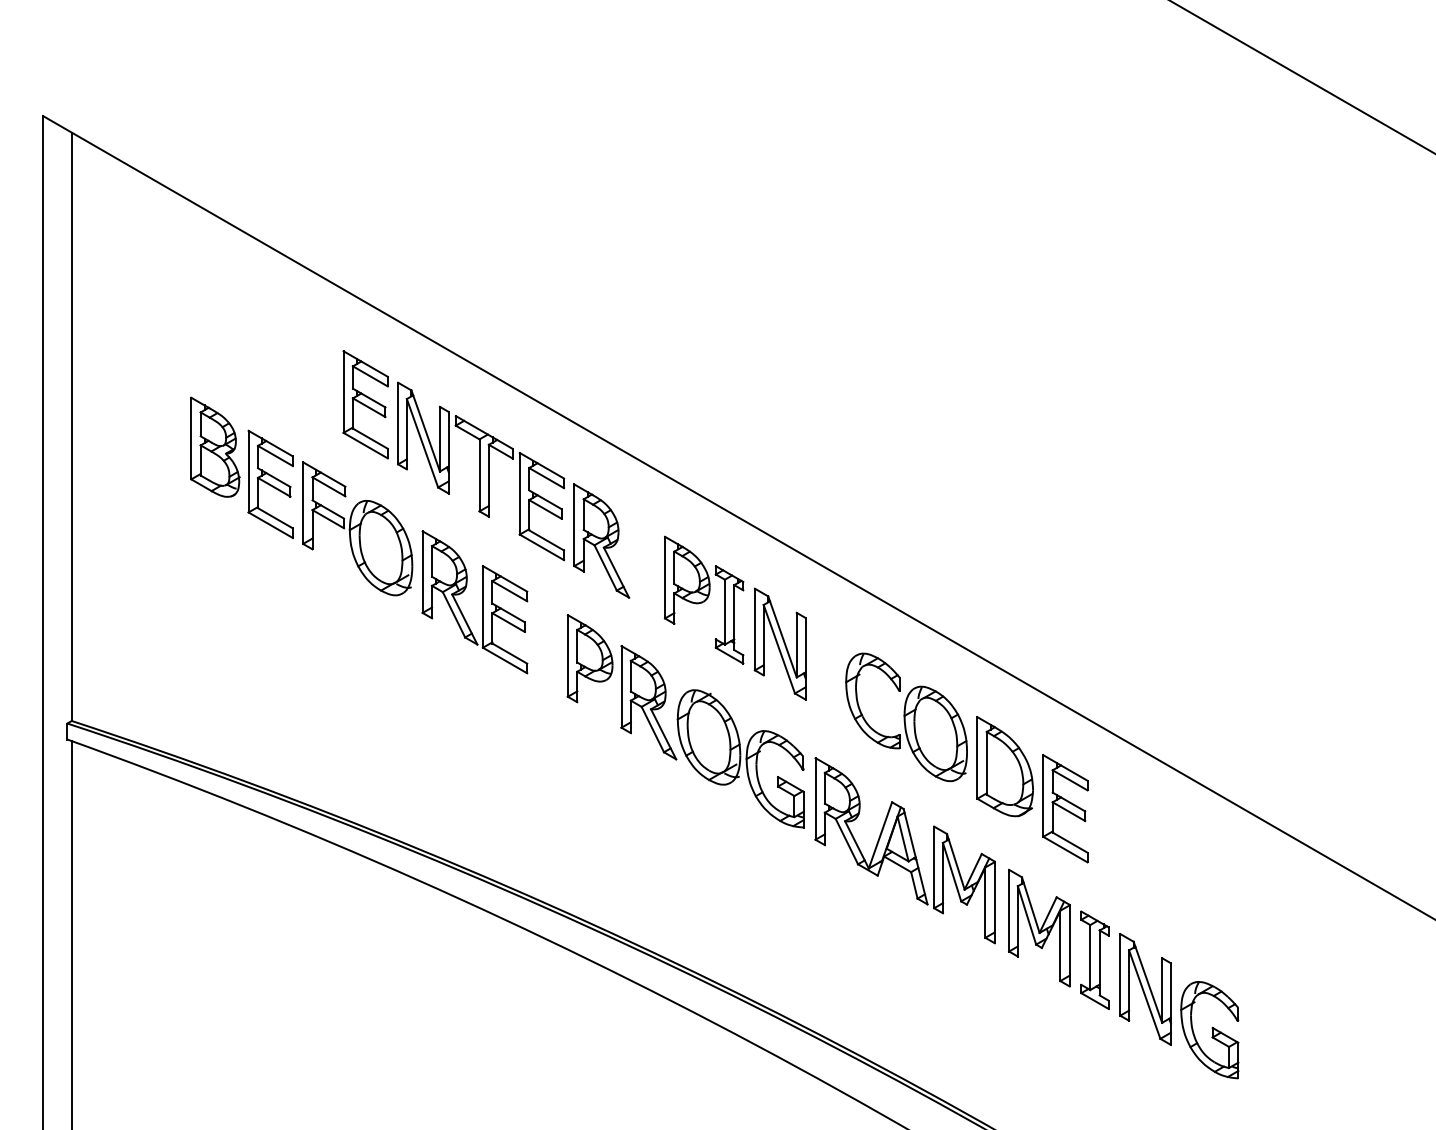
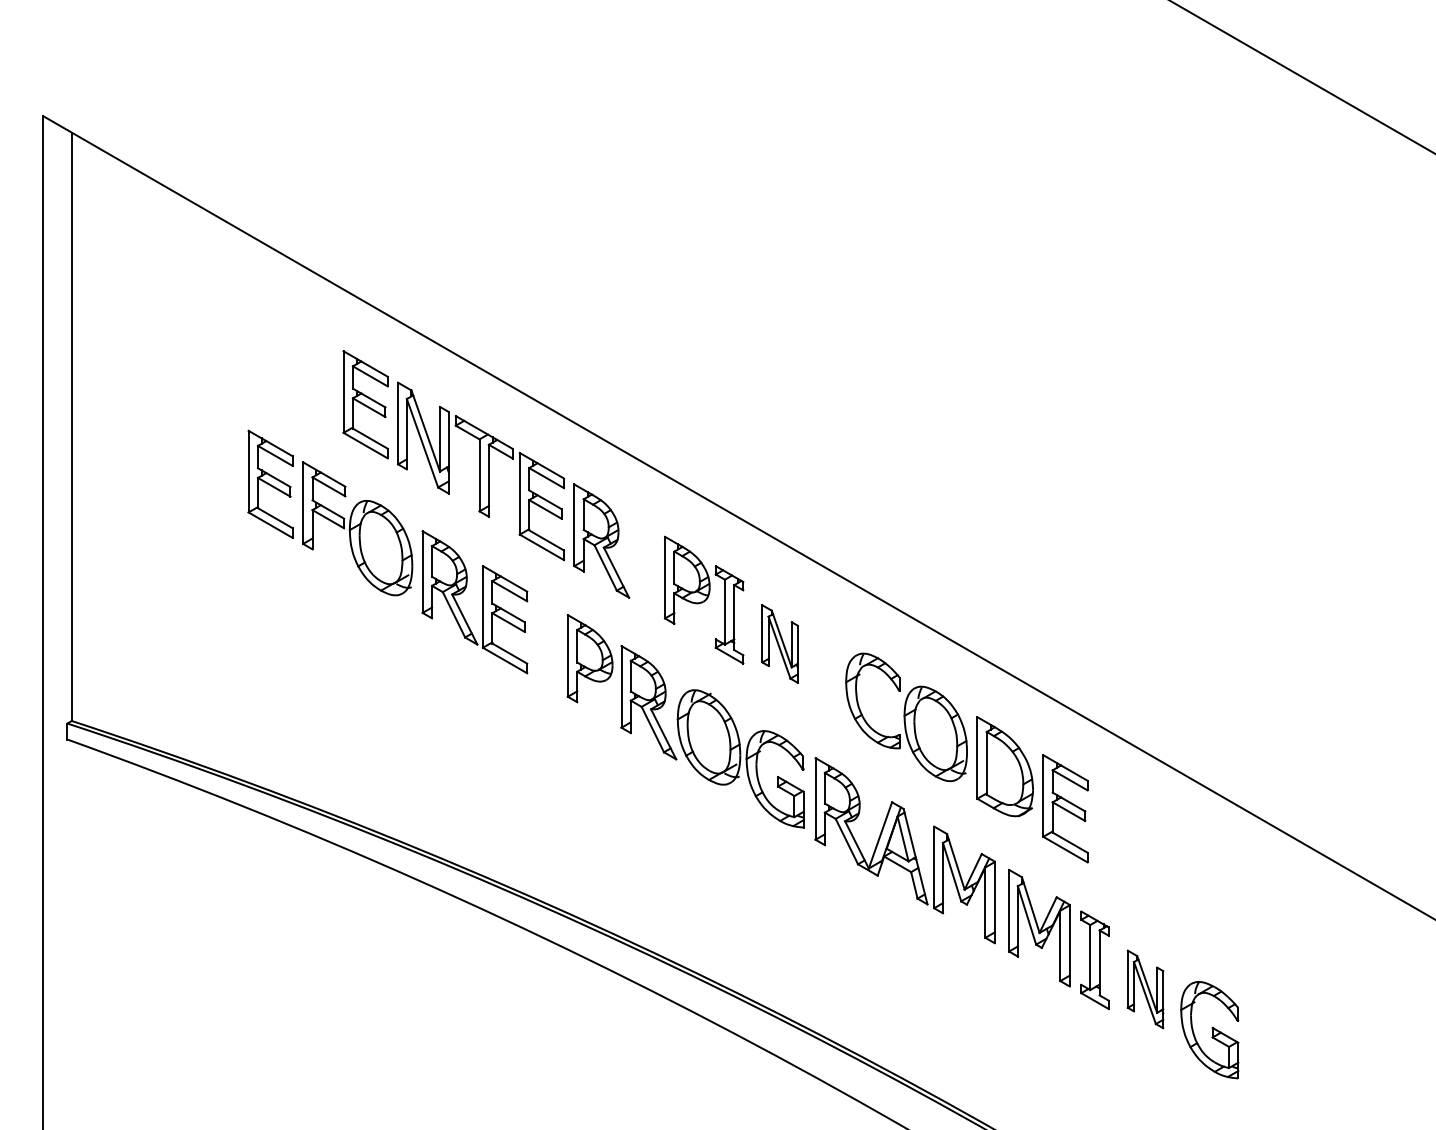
part at (215, 446): present -> none
part at (779, 643) size: 54x114 px -> 38x80 px
line at (71, 933): present -> none
part at (1145, 989) size: 53x113 px -> 39x81 px
